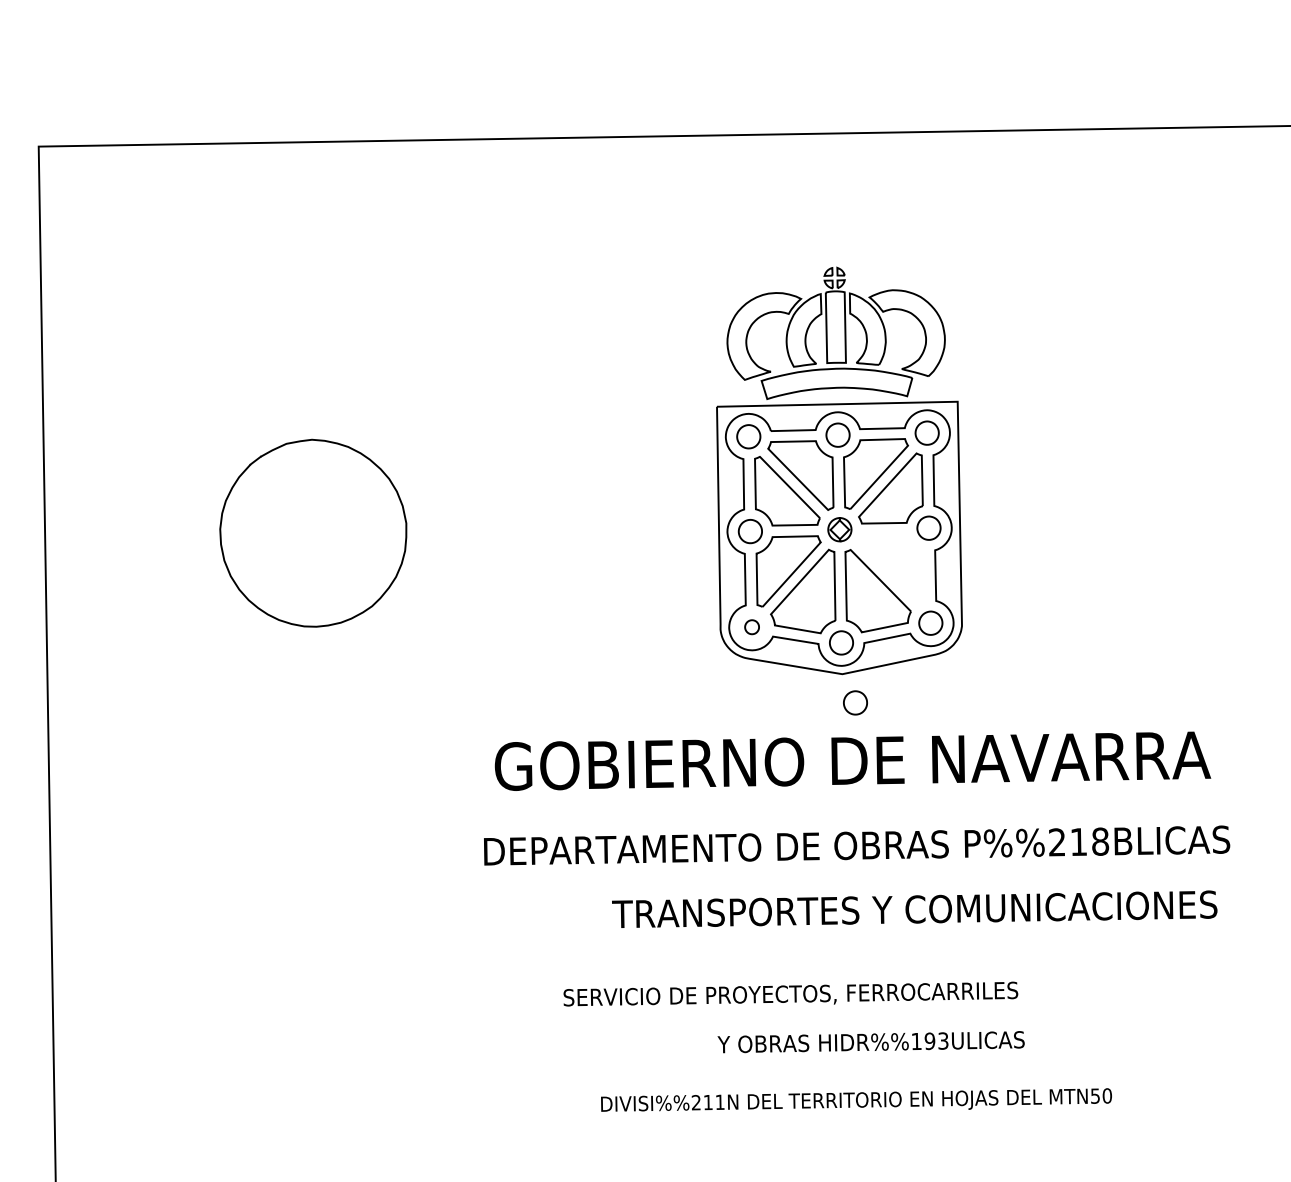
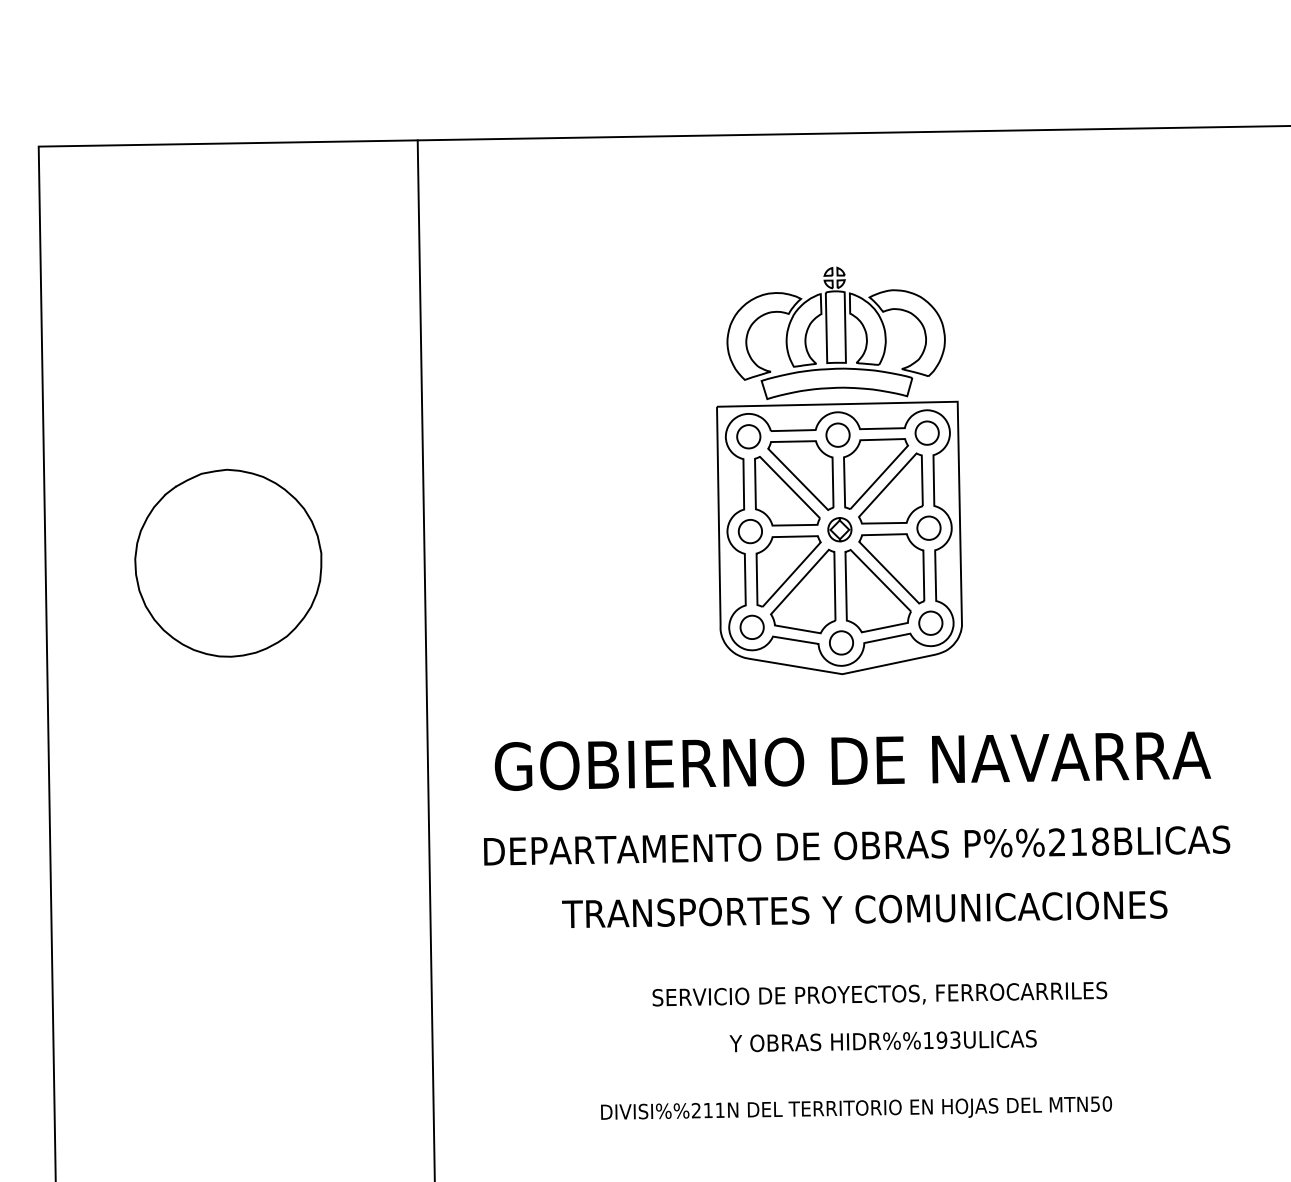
part at (313, 532) position: (313, 532) -> (228, 562)
part at (891, 568): none -> present
part at (751, 627) size: 16x17 px -> 26x26 px
line at (425, 659): none -> present
part at (855, 702): present -> none
text at (914, 908) position: (914, 908) -> (864, 908)
text at (790, 993) position: (790, 993) -> (879, 993)
text at (870, 1042) position: (870, 1042) -> (882, 1041)
text at (856, 1099) position: (856, 1099) -> (856, 1107)
